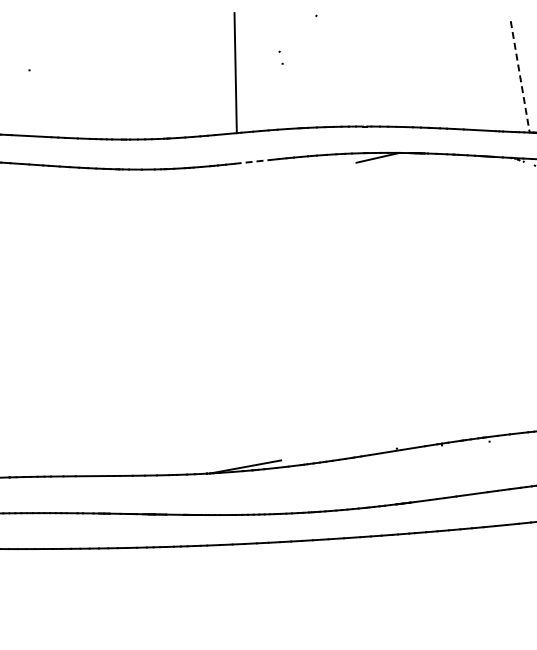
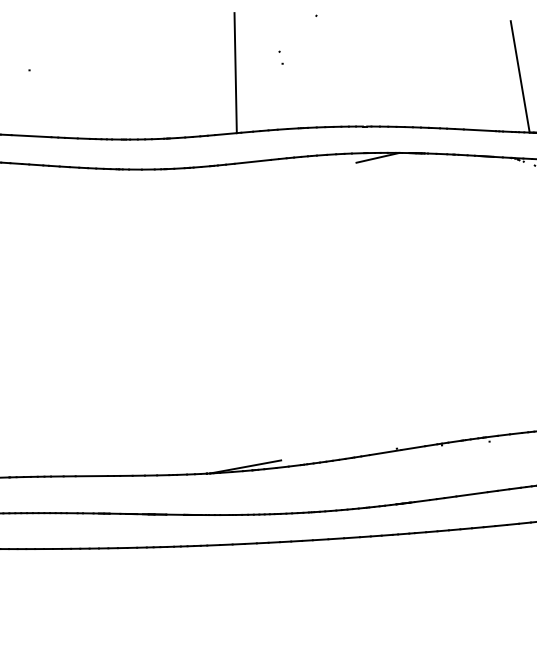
line at (520, 76): dashed -> solid
line at (253, 161): dashed -> solid
